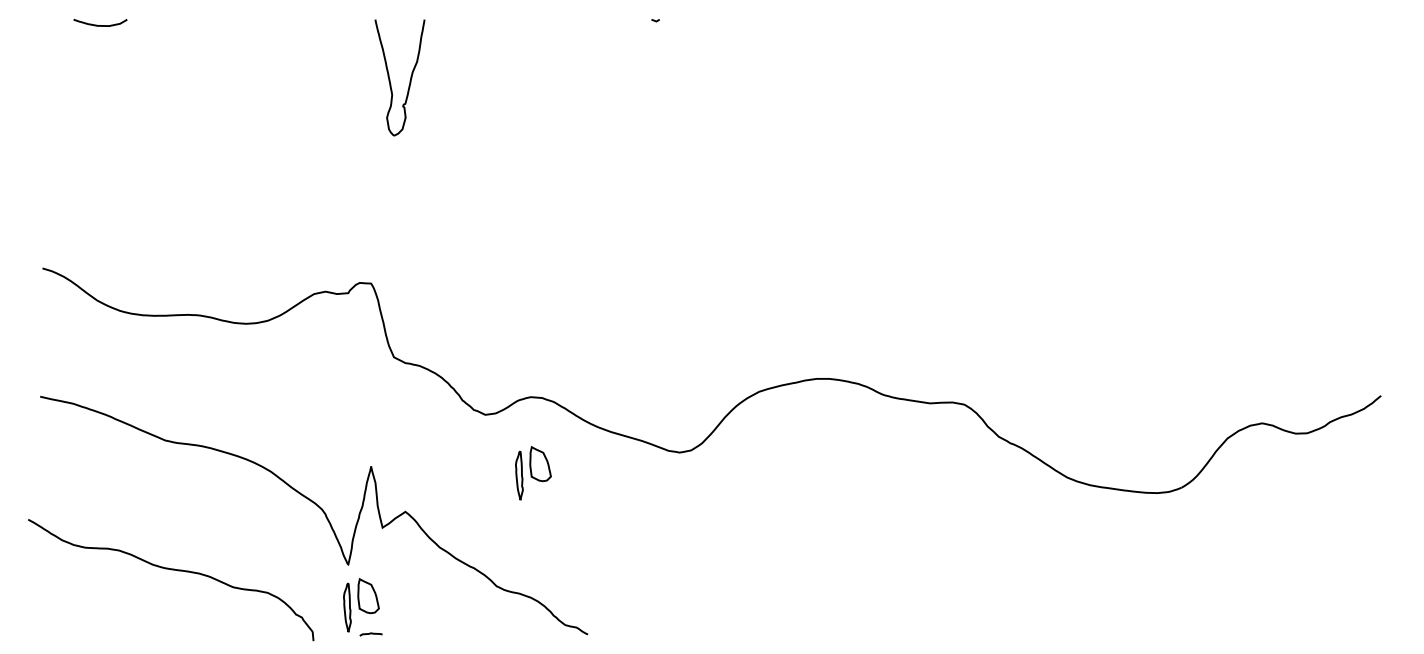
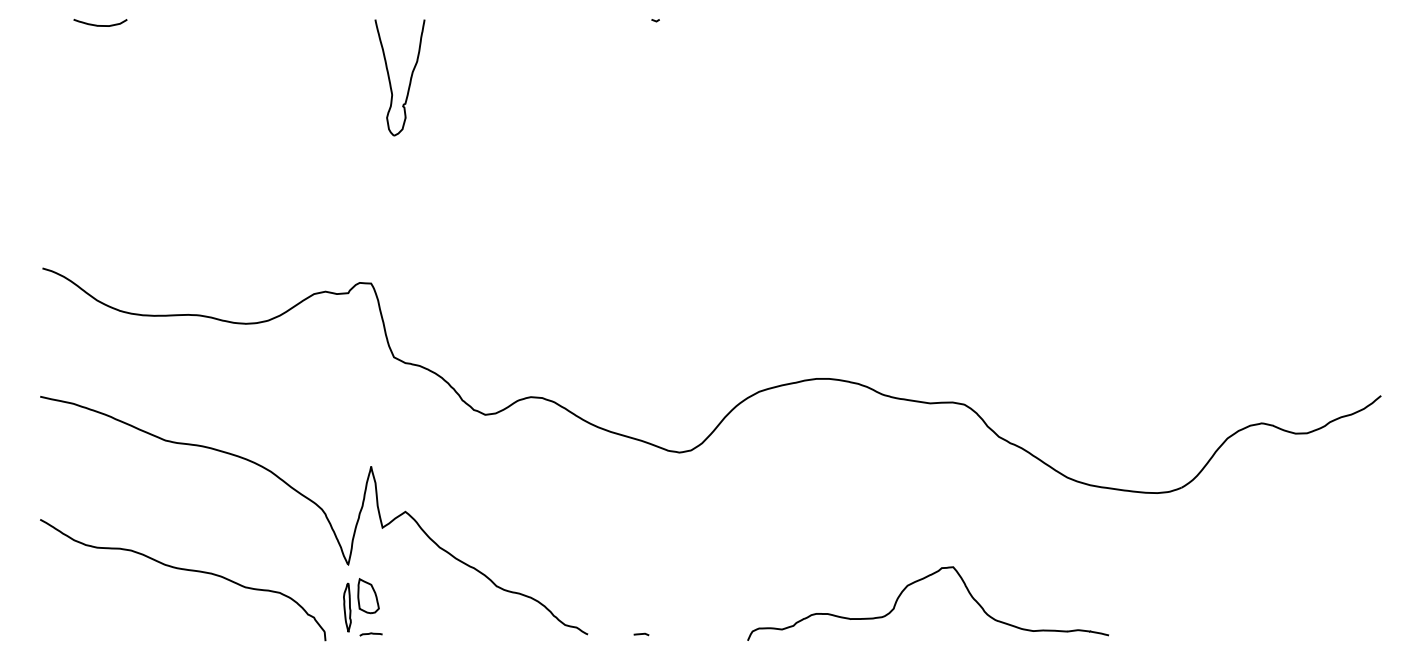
part at (533, 473): present -> none
curve at (171, 570) position: (171, 570) -> (183, 570)
curve at (919, 581): none -> present
line at (641, 634): none -> present
